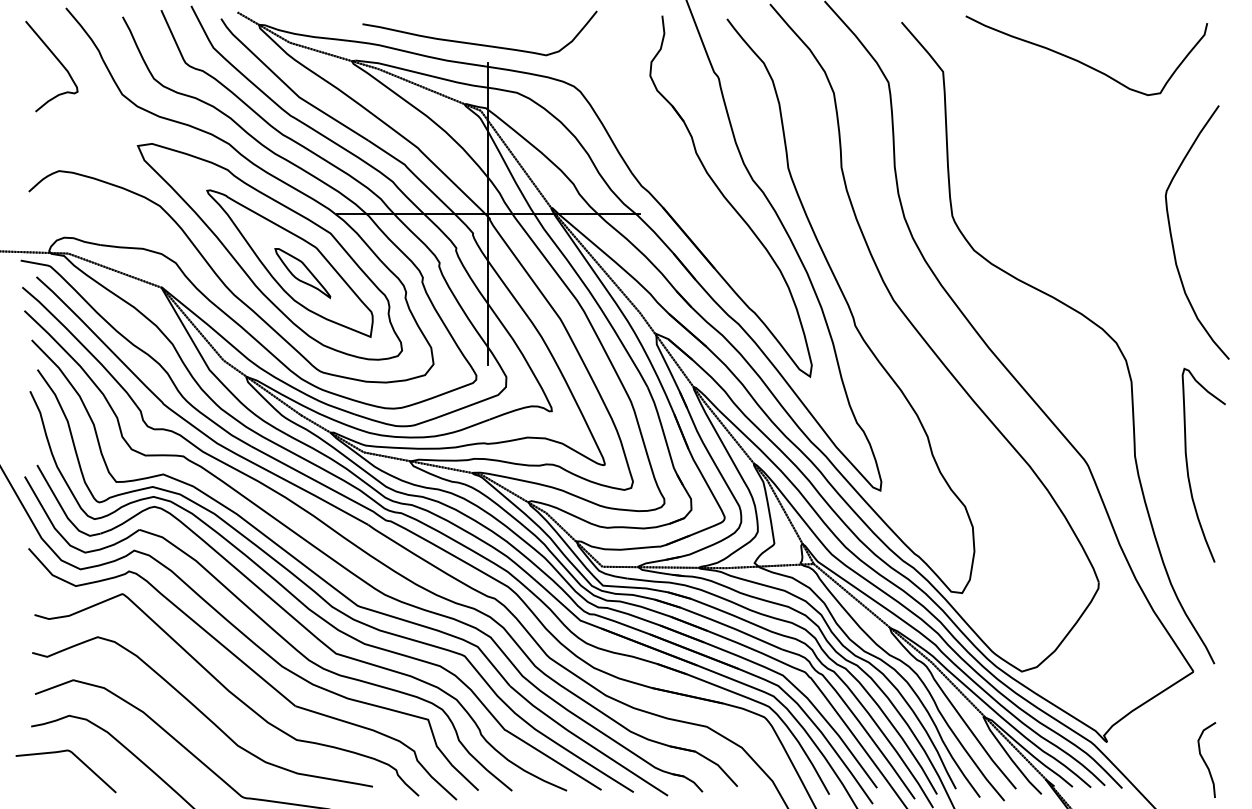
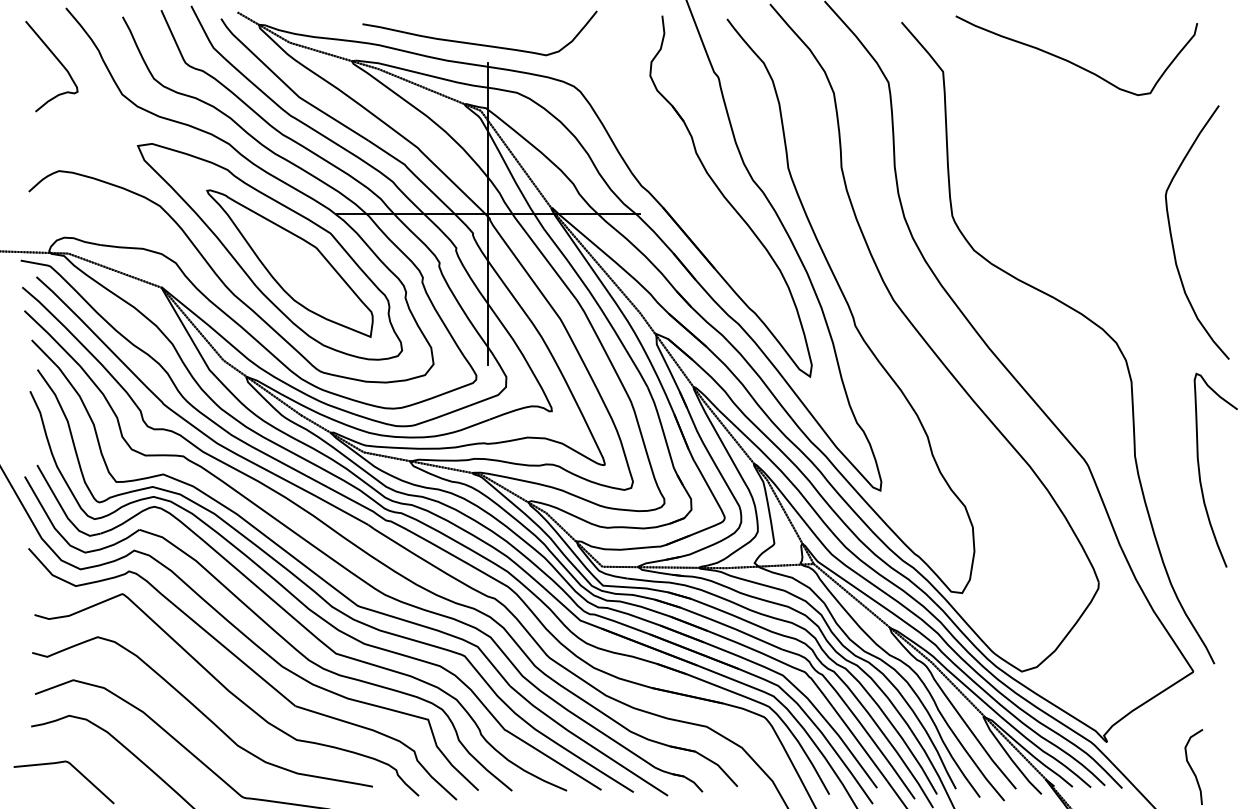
curve at (1083, 62) position: (1083, 62) -> (1073, 62)
part at (302, 273): present -> none
curve at (1188, 466) position: (1188, 466) -> (1200, 471)
curve at (75, 757) position: (75, 757) -> (73, 768)
curve at (1204, 759) position: (1204, 759) -> (1191, 766)
